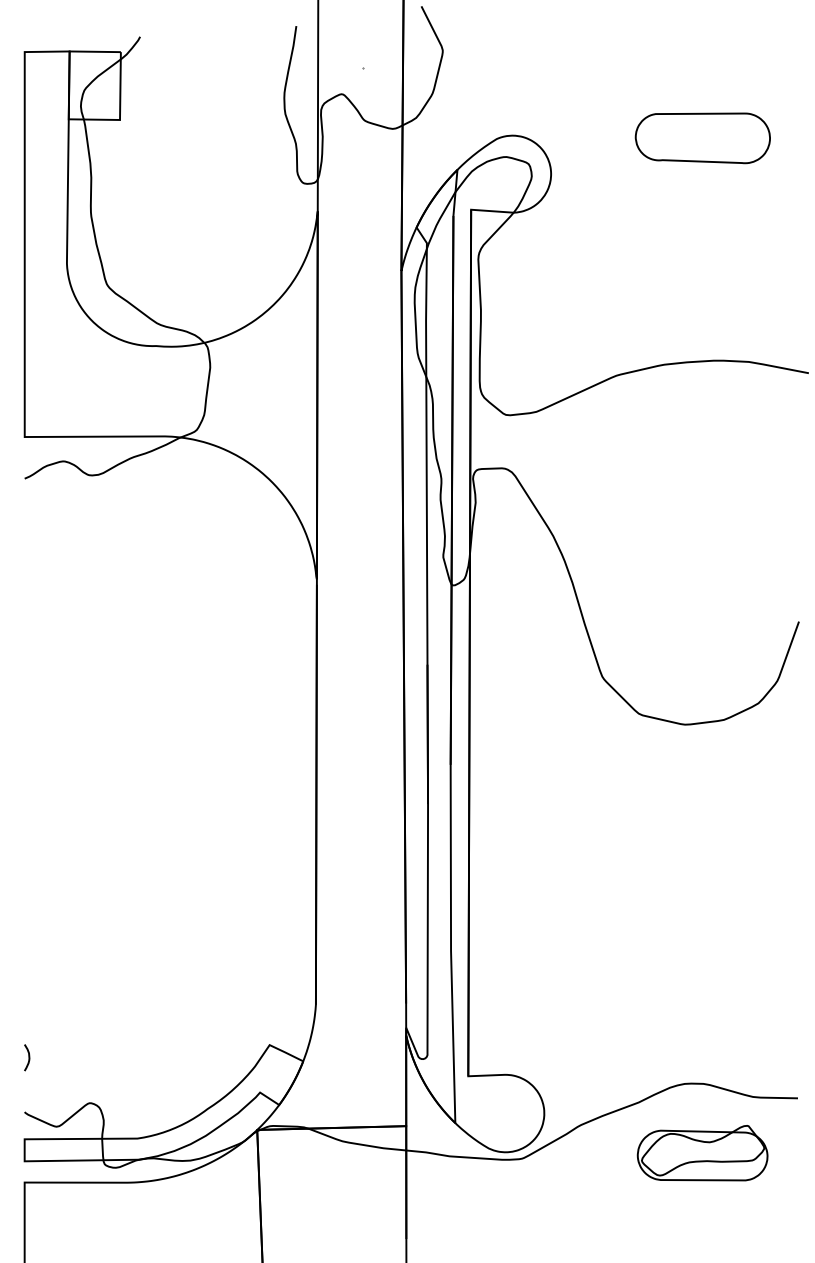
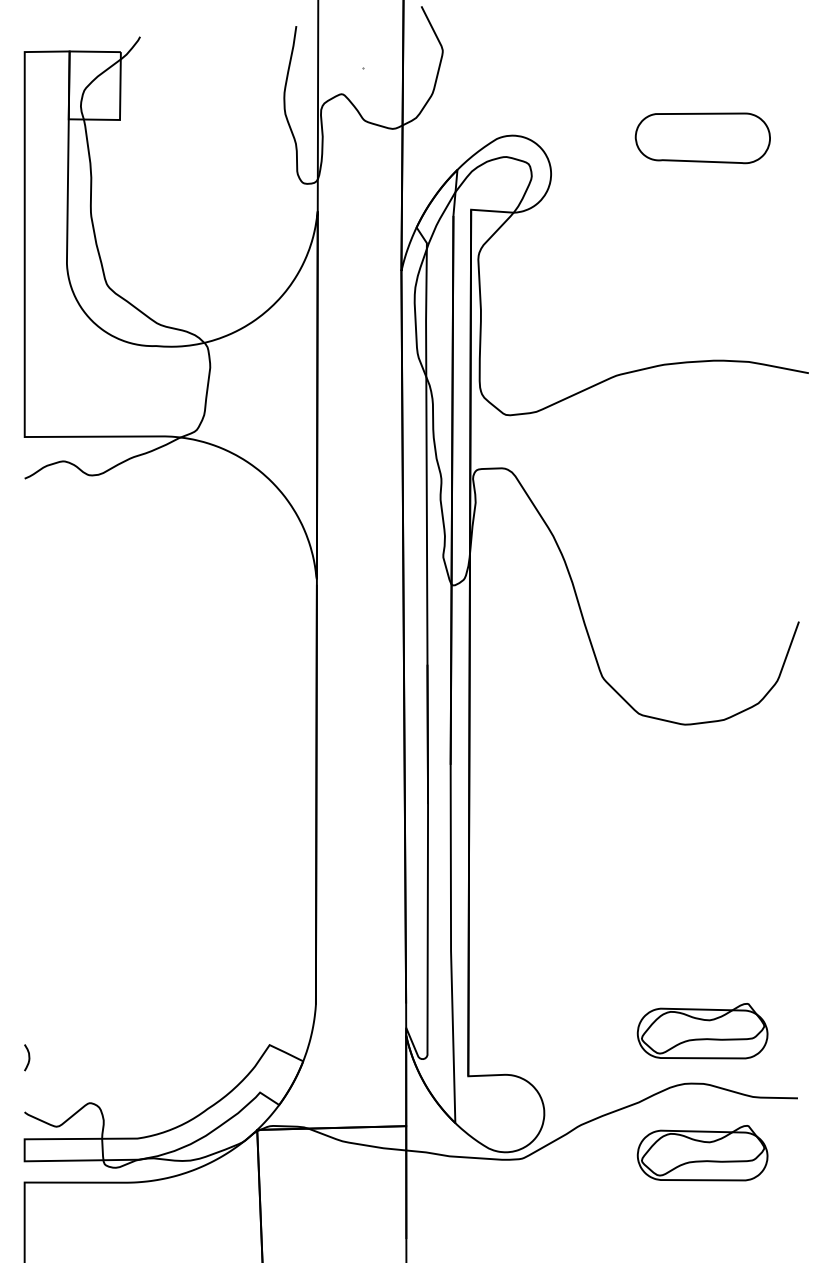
part at (702, 1031): none -> present
